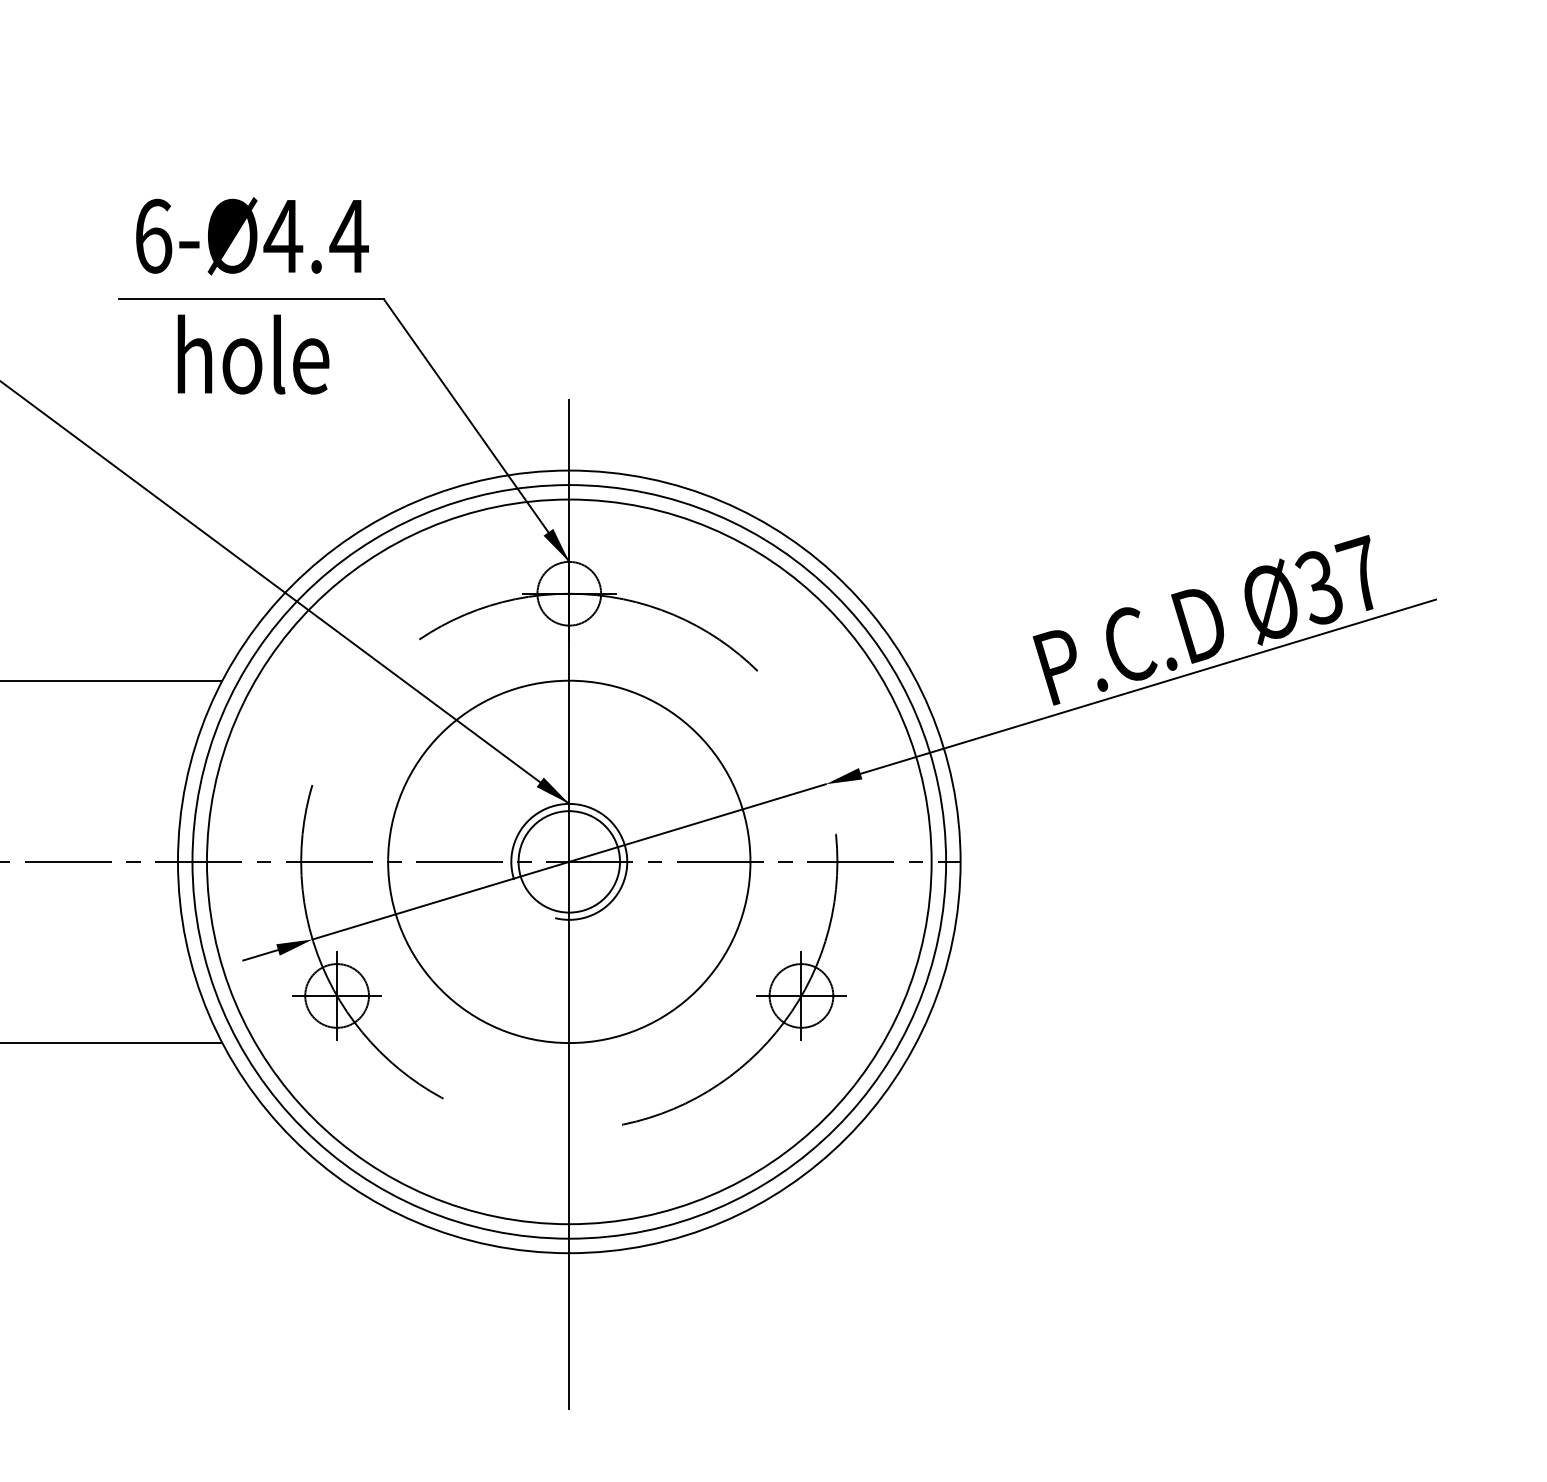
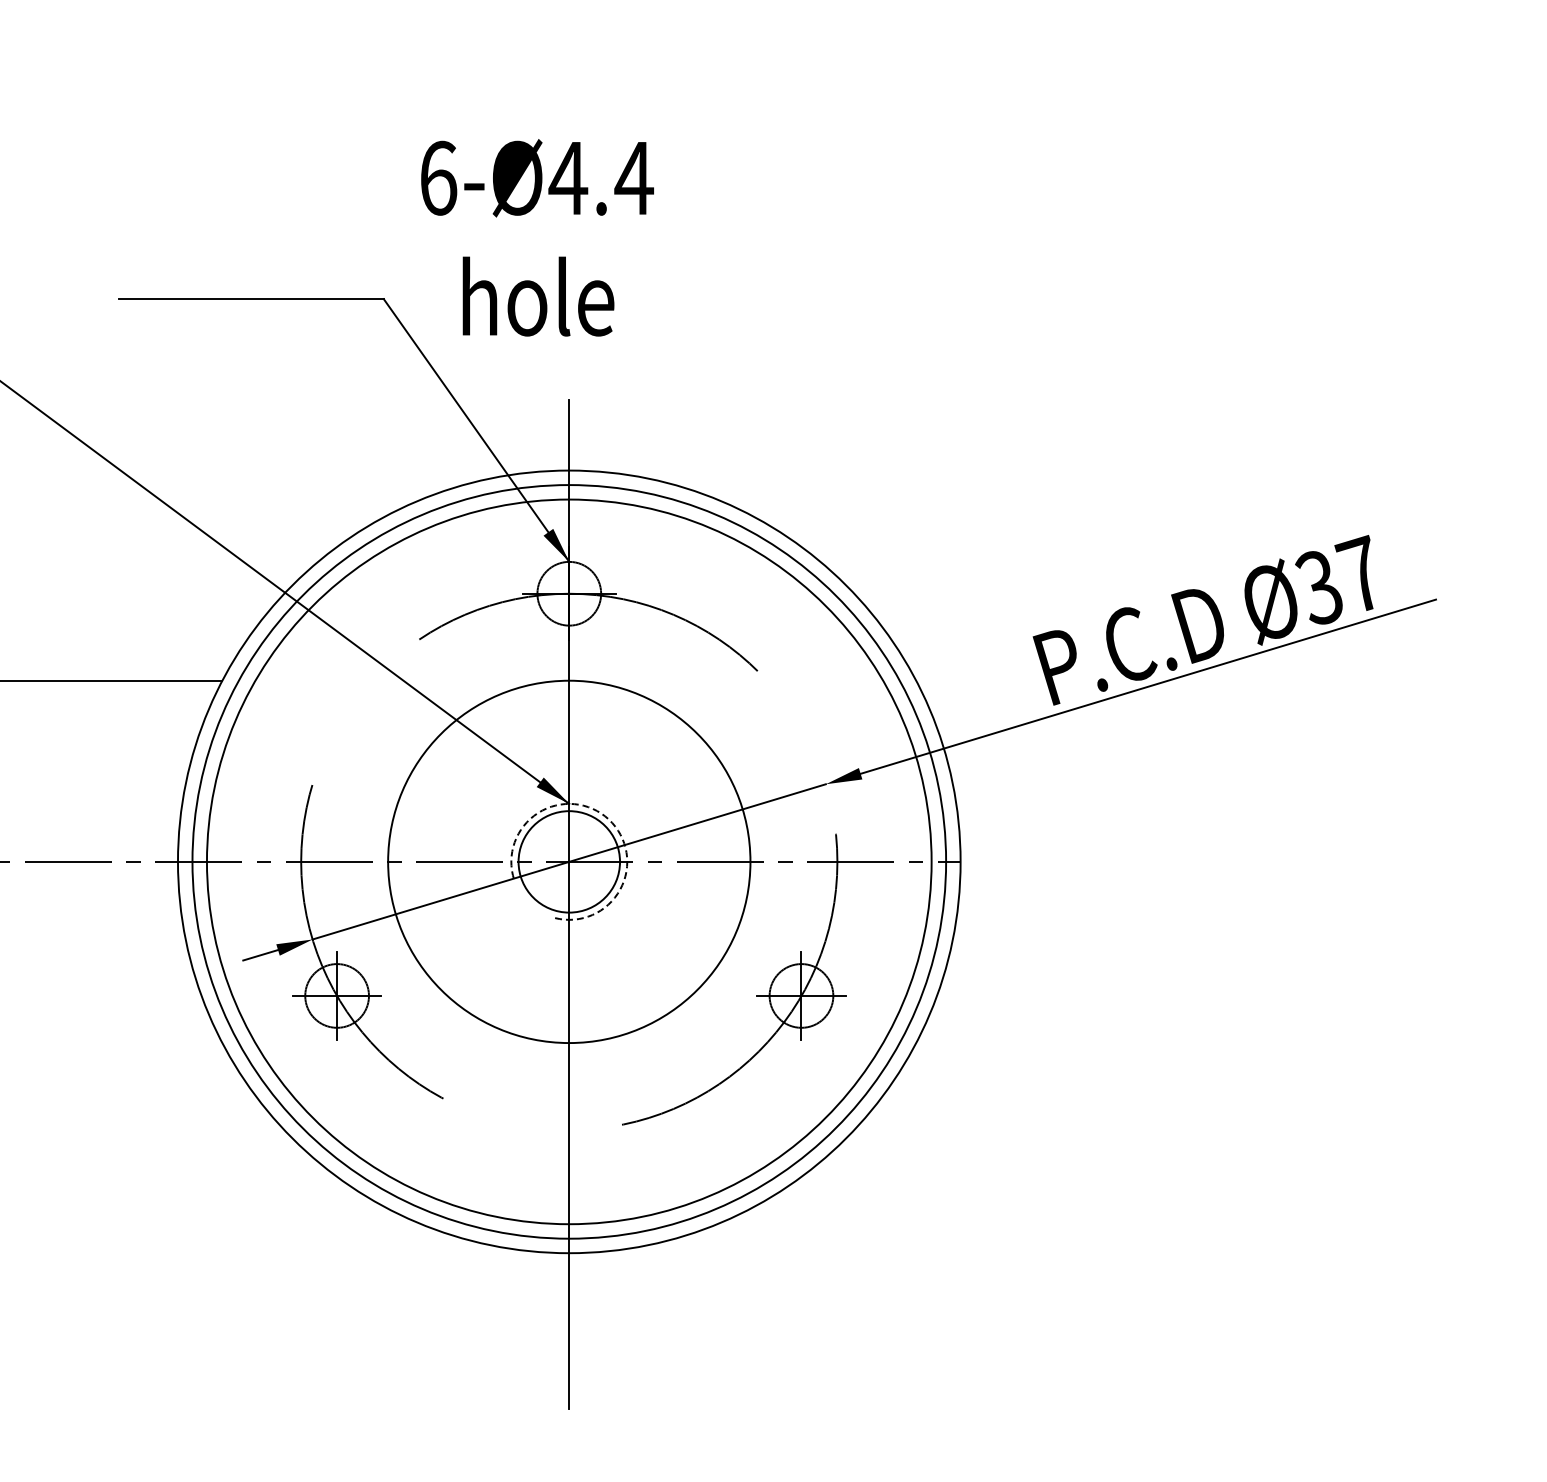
text at (252, 295) position: (252, 295) -> (537, 237)
arc at (608, 819): solid -> dashed
line at (112, 1043): present -> none
